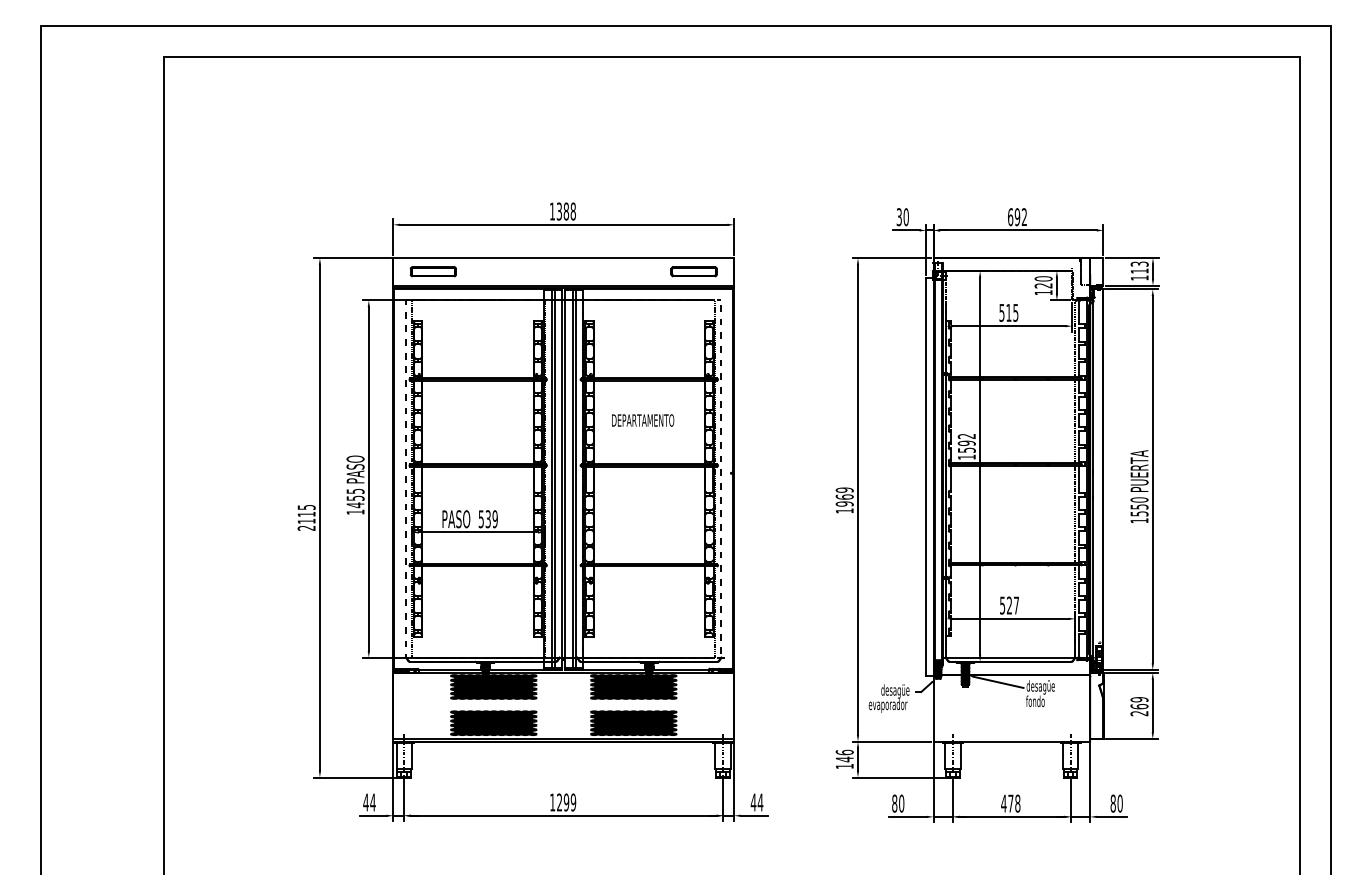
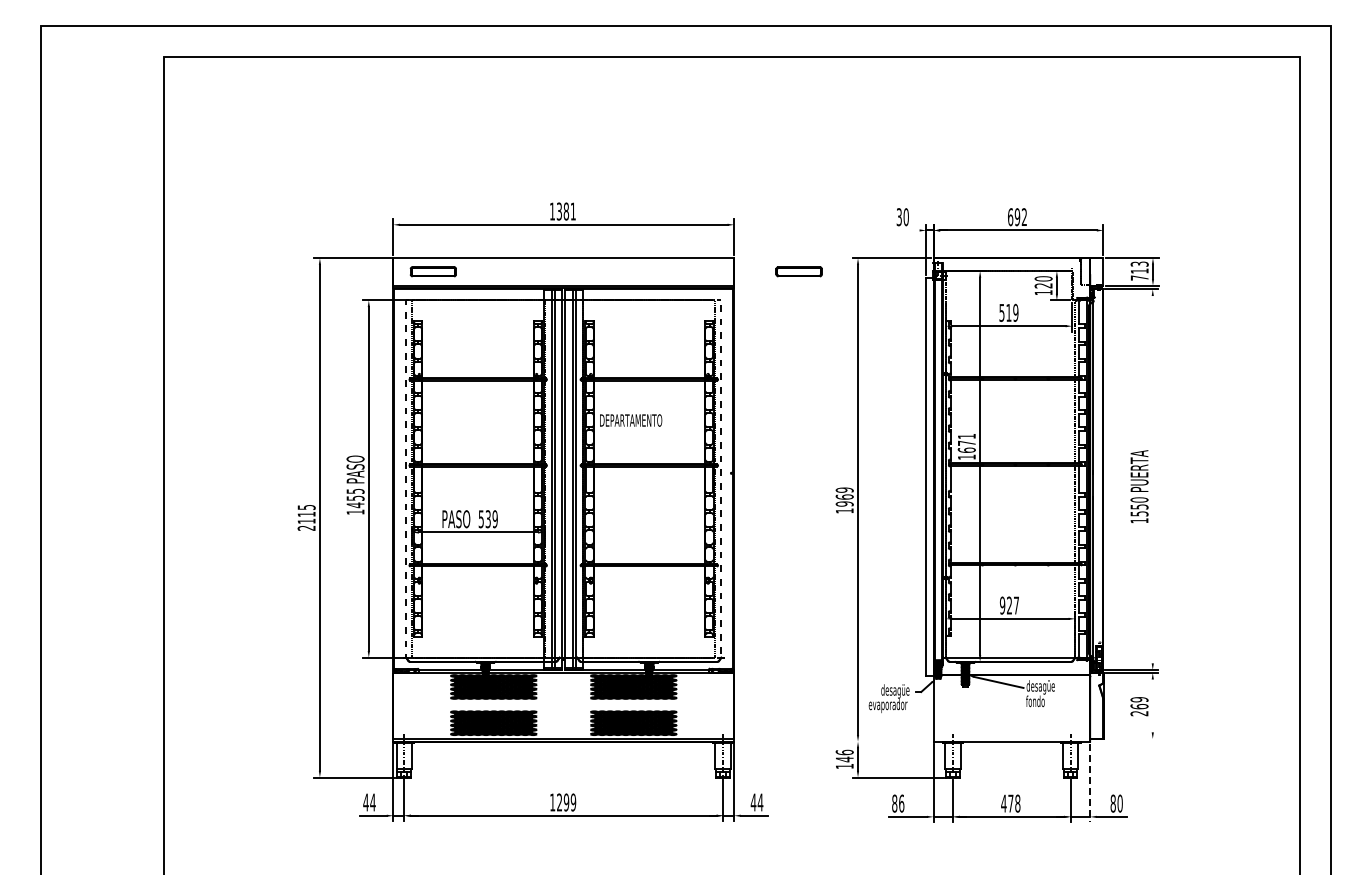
text at (572, 211): 1388 -> 1381
line at (906, 230): present -> none
part at (693, 271) position: (693, 271) -> (798, 271)
text at (1139, 277): 113 -> 713
text at (1015, 312): 515 -> 519
text at (643, 420) position: (643, 420) -> (631, 420)
text at (966, 443): 1592 -> 1671
line at (1152, 479): present -> none
text at (1002, 605): 527 -> 927
line at (1152, 705): present -> none
line at (1132, 738): present -> none
line at (891, 741): present -> none
line at (1090, 783): solid -> dashed
text at (901, 803): 80 -> 86
